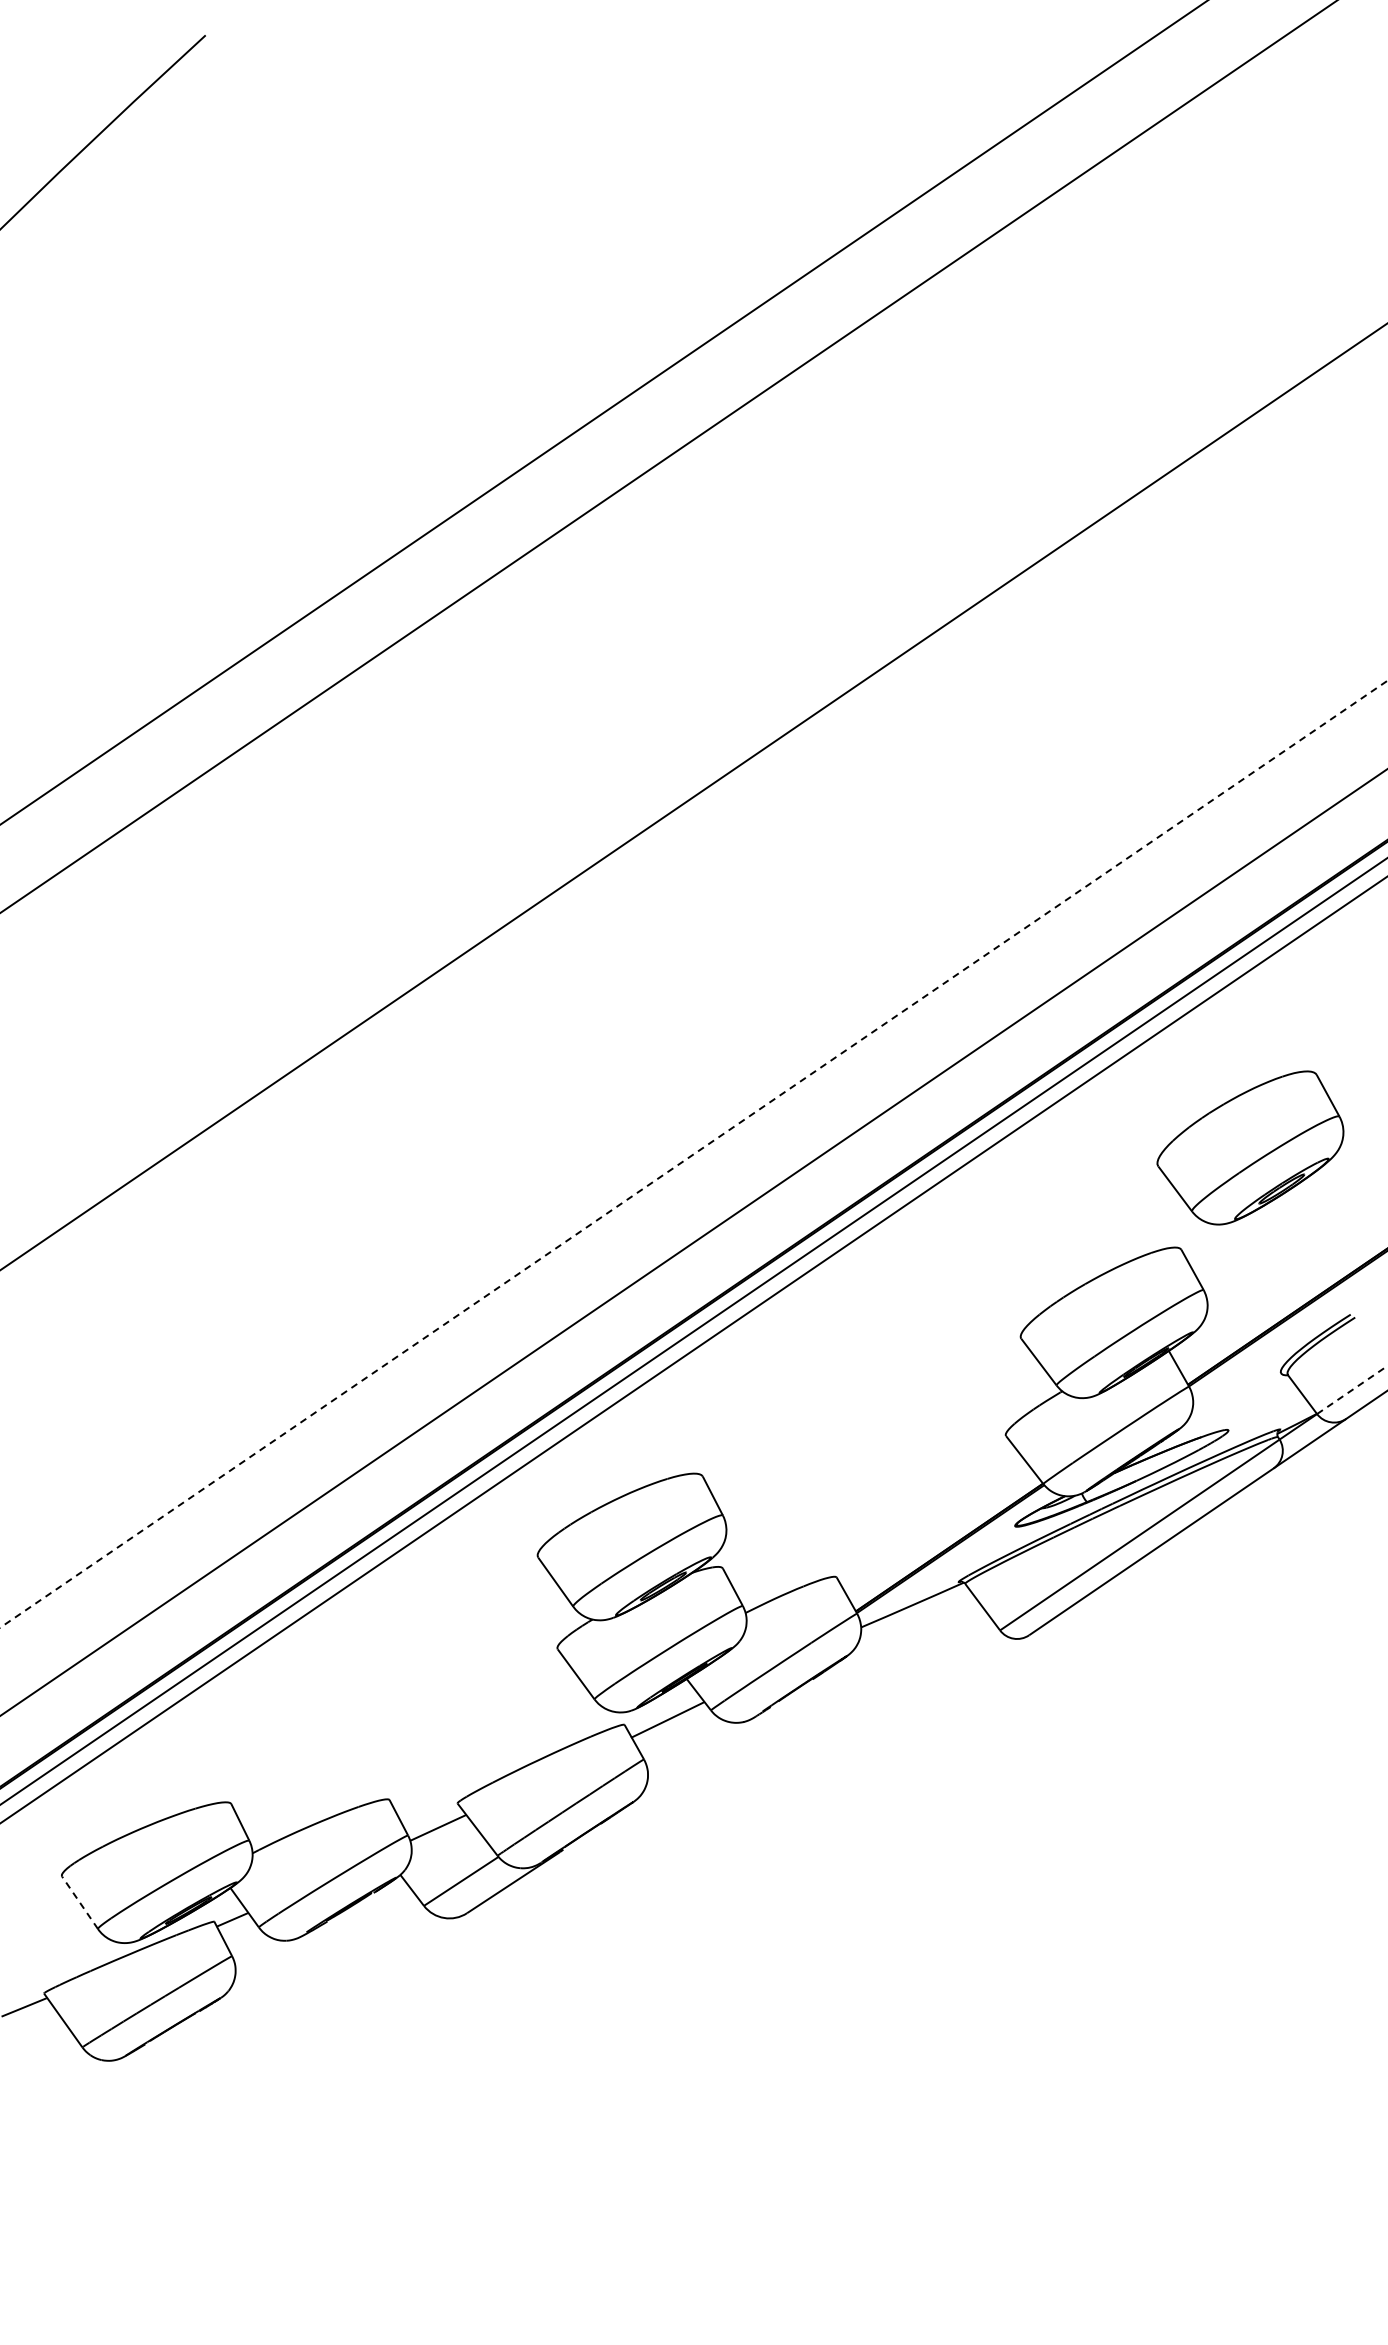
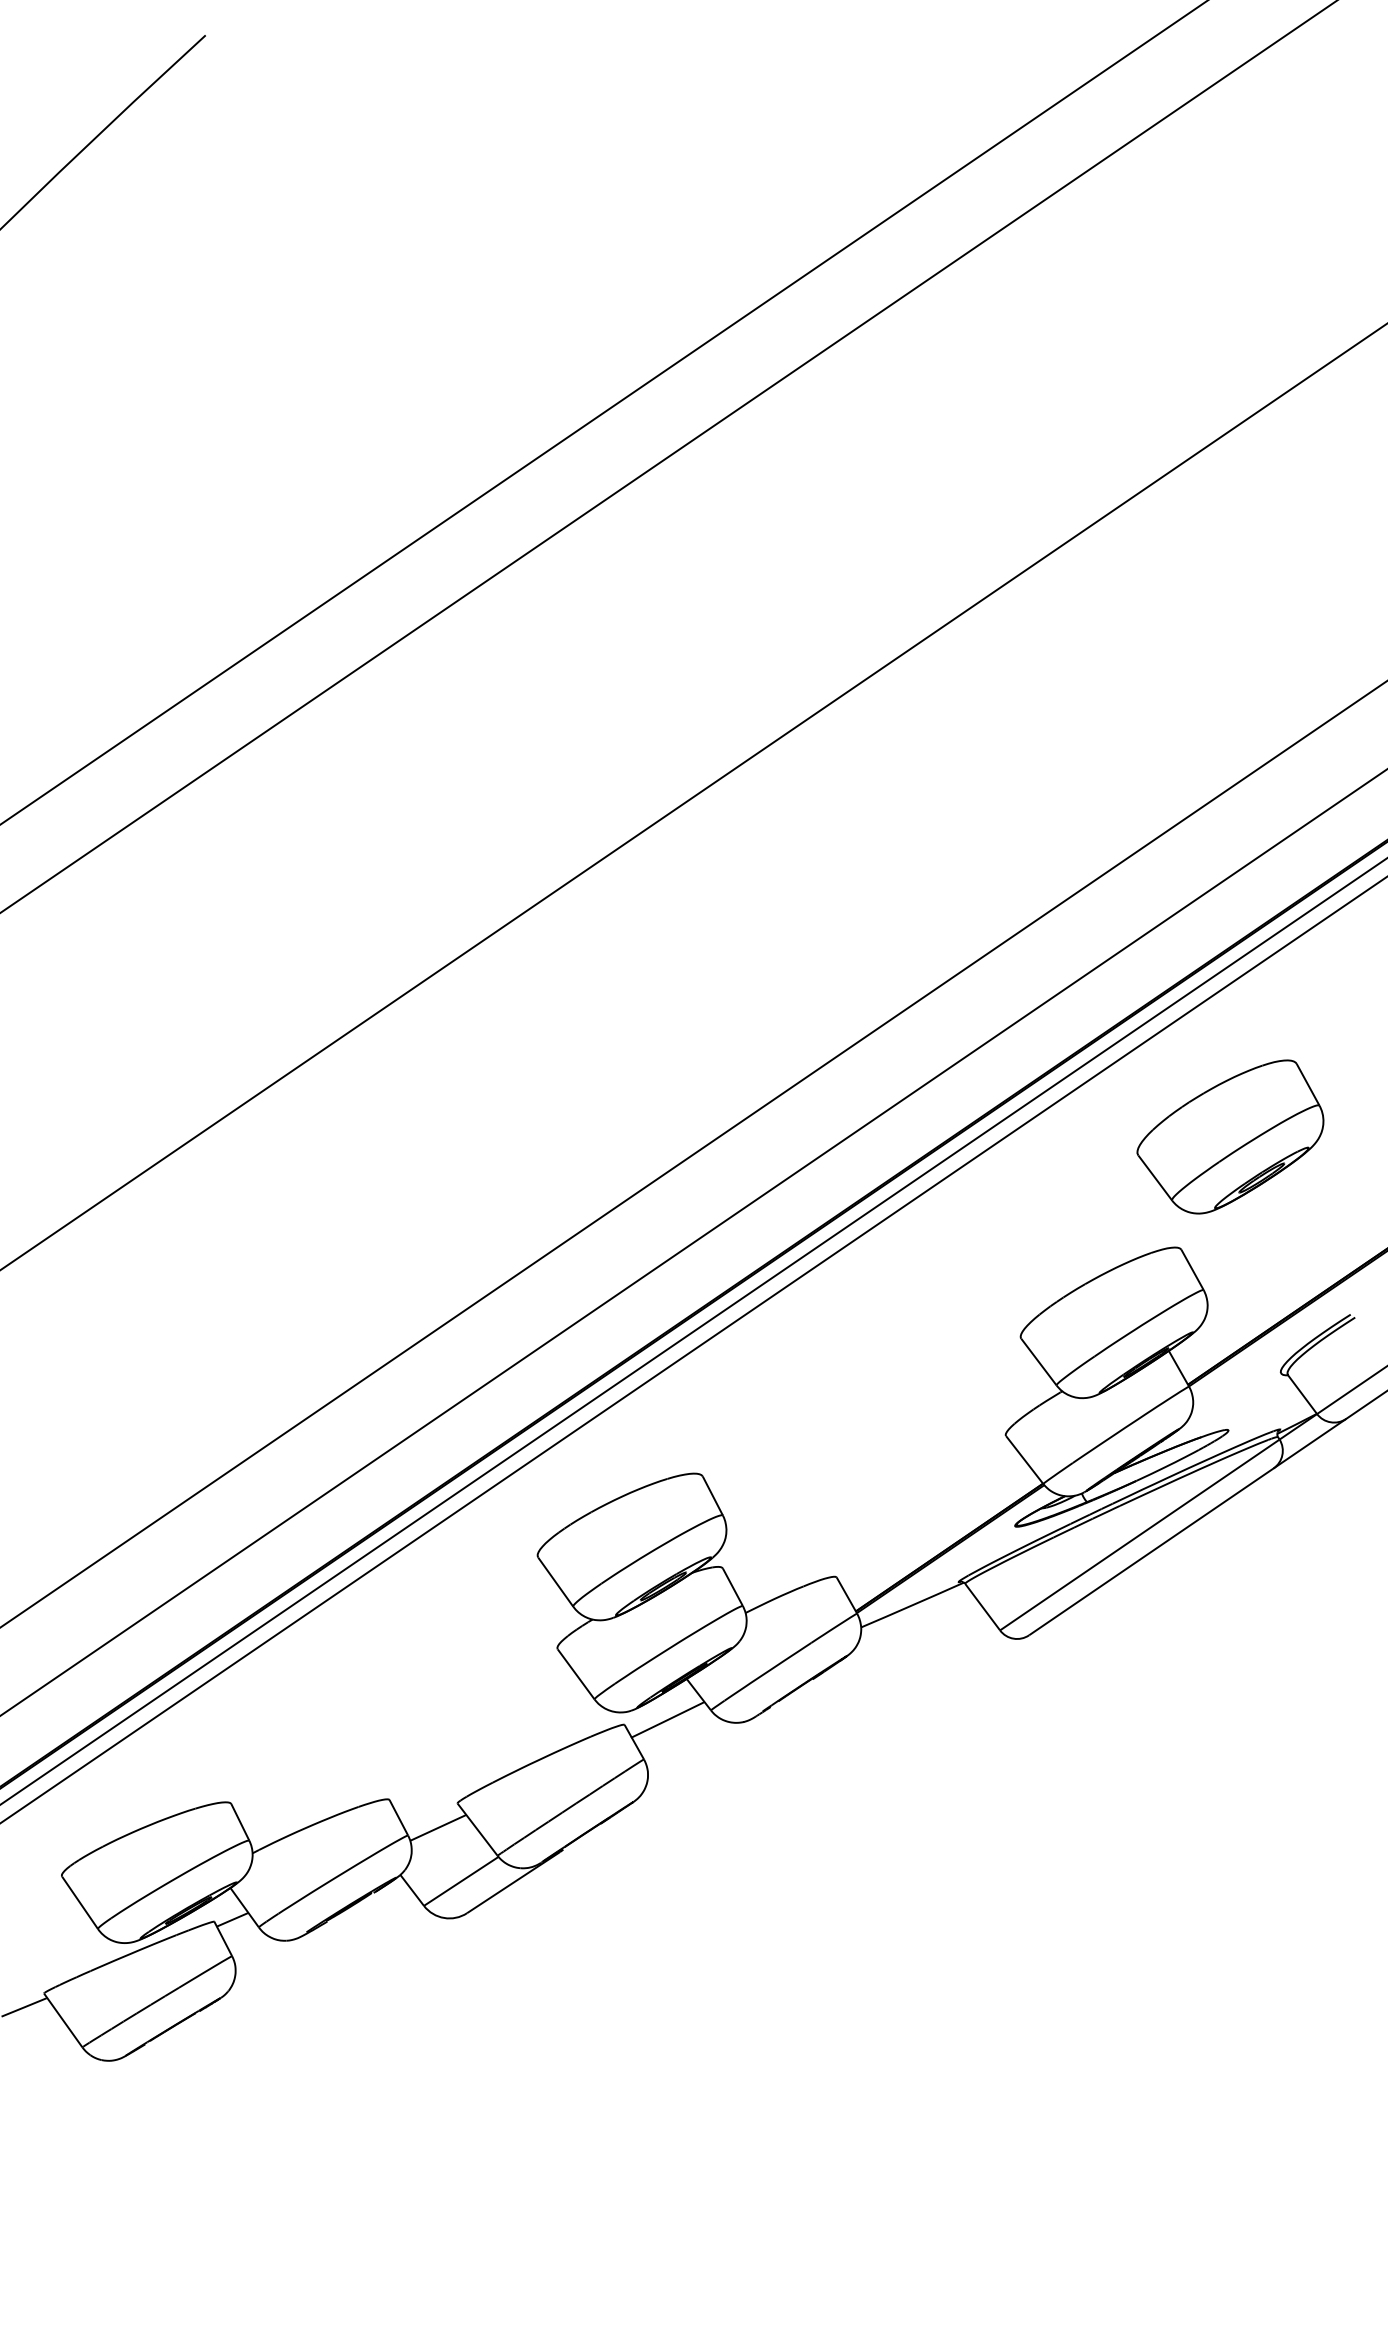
part at (1250, 1147) position: (1250, 1147) -> (1230, 1136)
line at (693, 1154): dashed -> solid
line at (1352, 1389): dashed -> solid
line at (80, 1902): dashed -> solid
